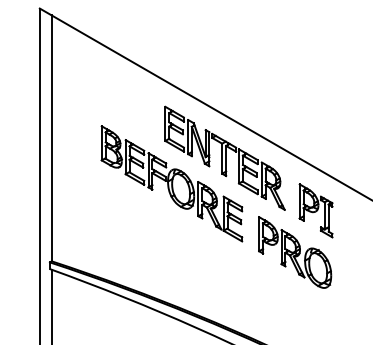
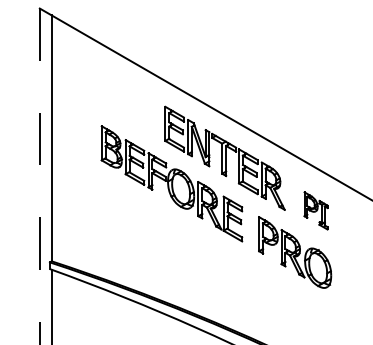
line at (39, 176): solid -> dashed
part at (315, 210) size: 36x56 px -> 26x40 px
